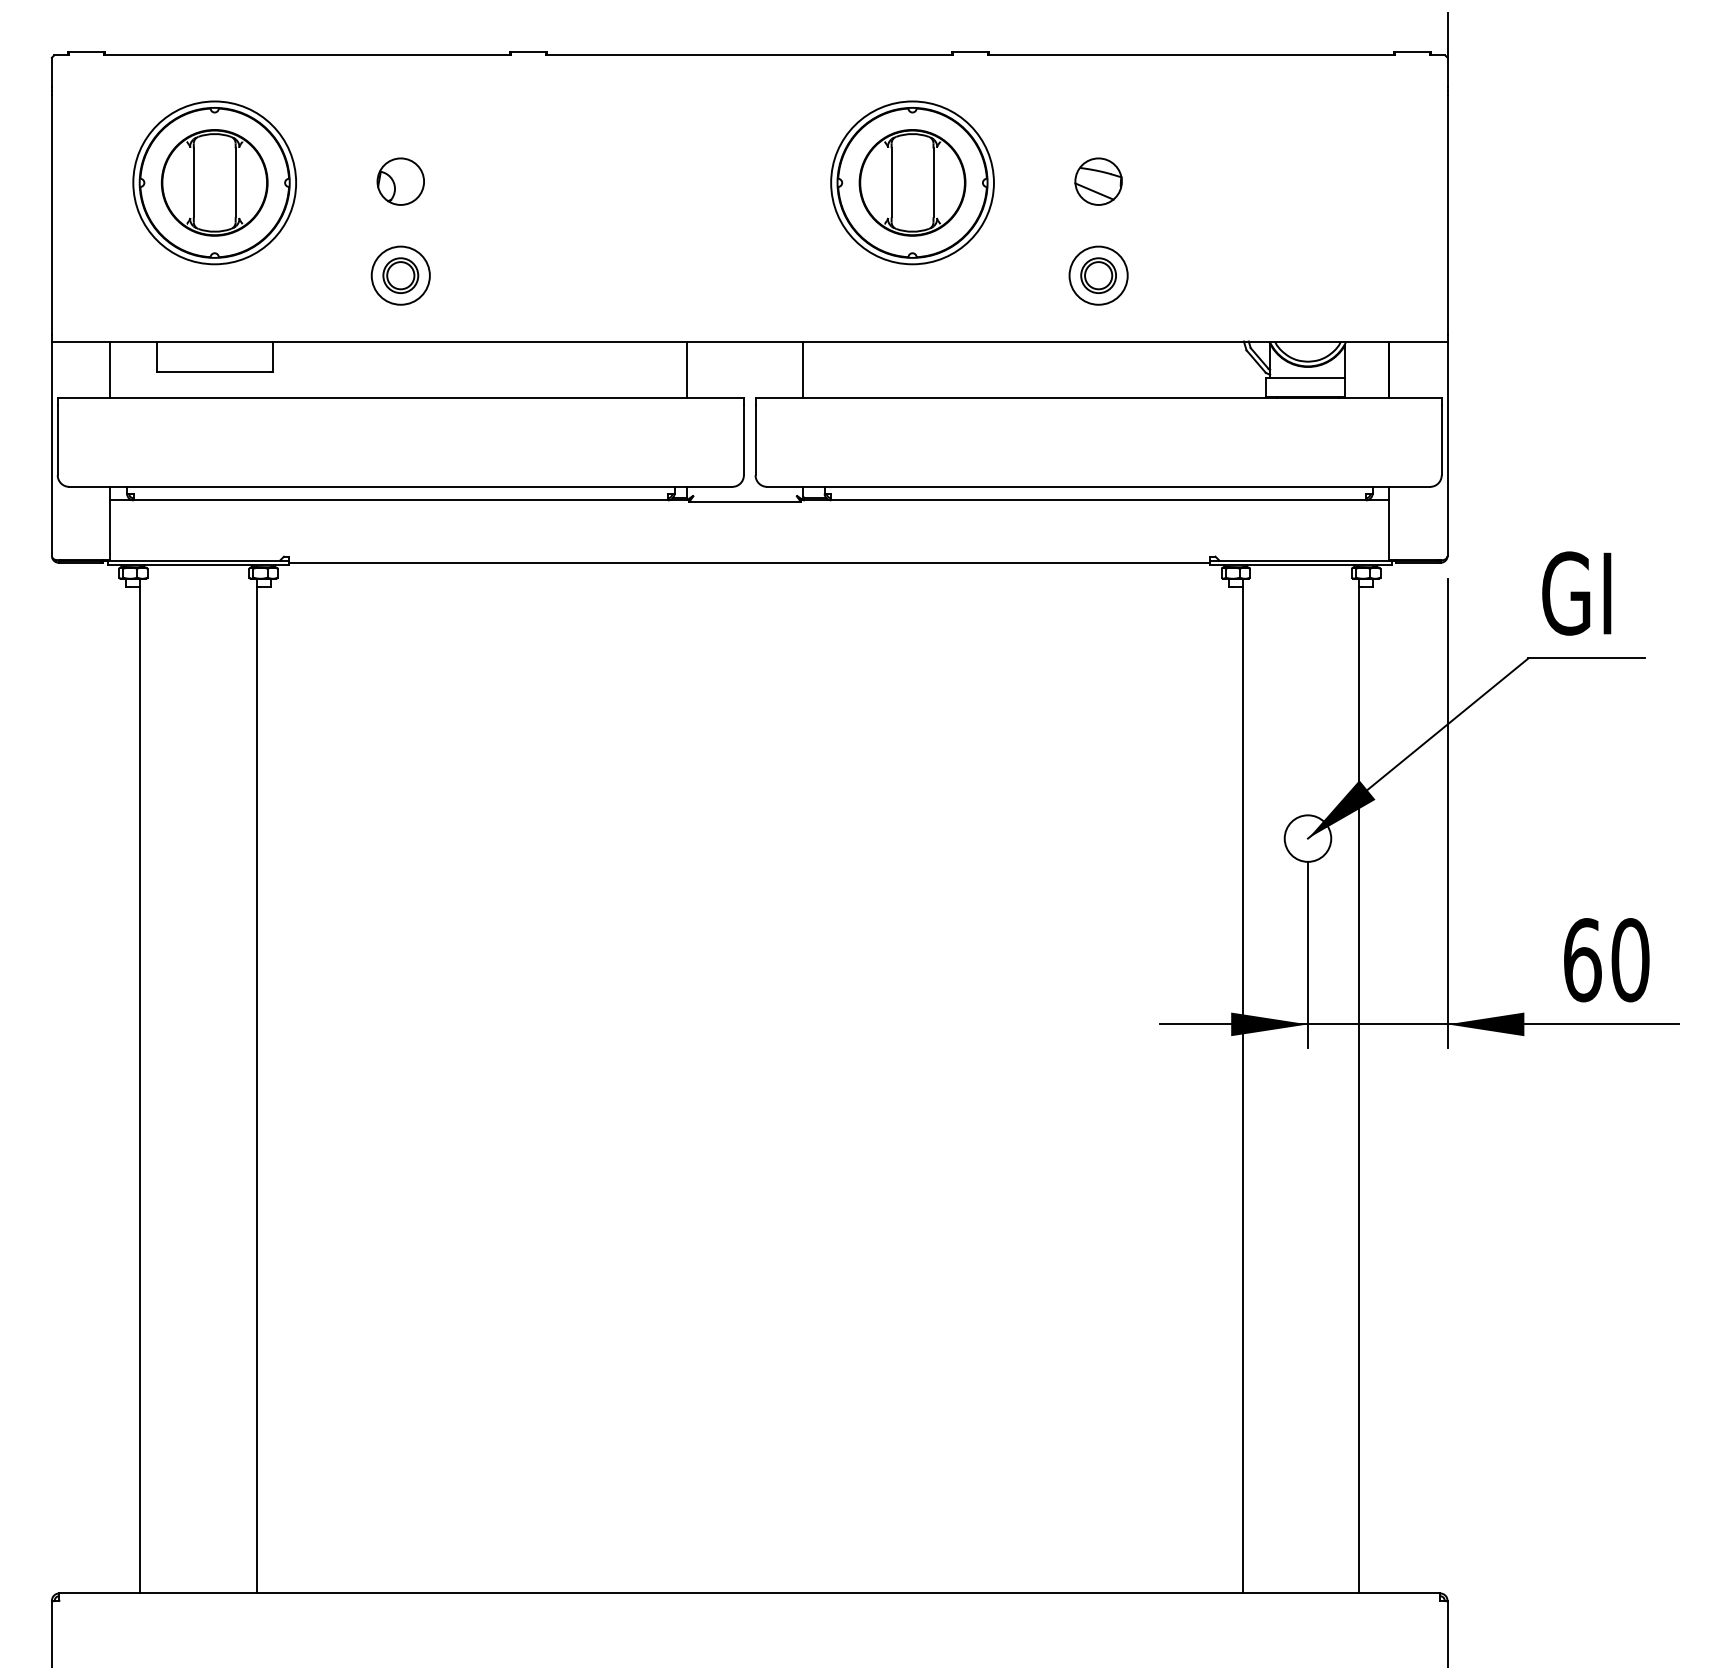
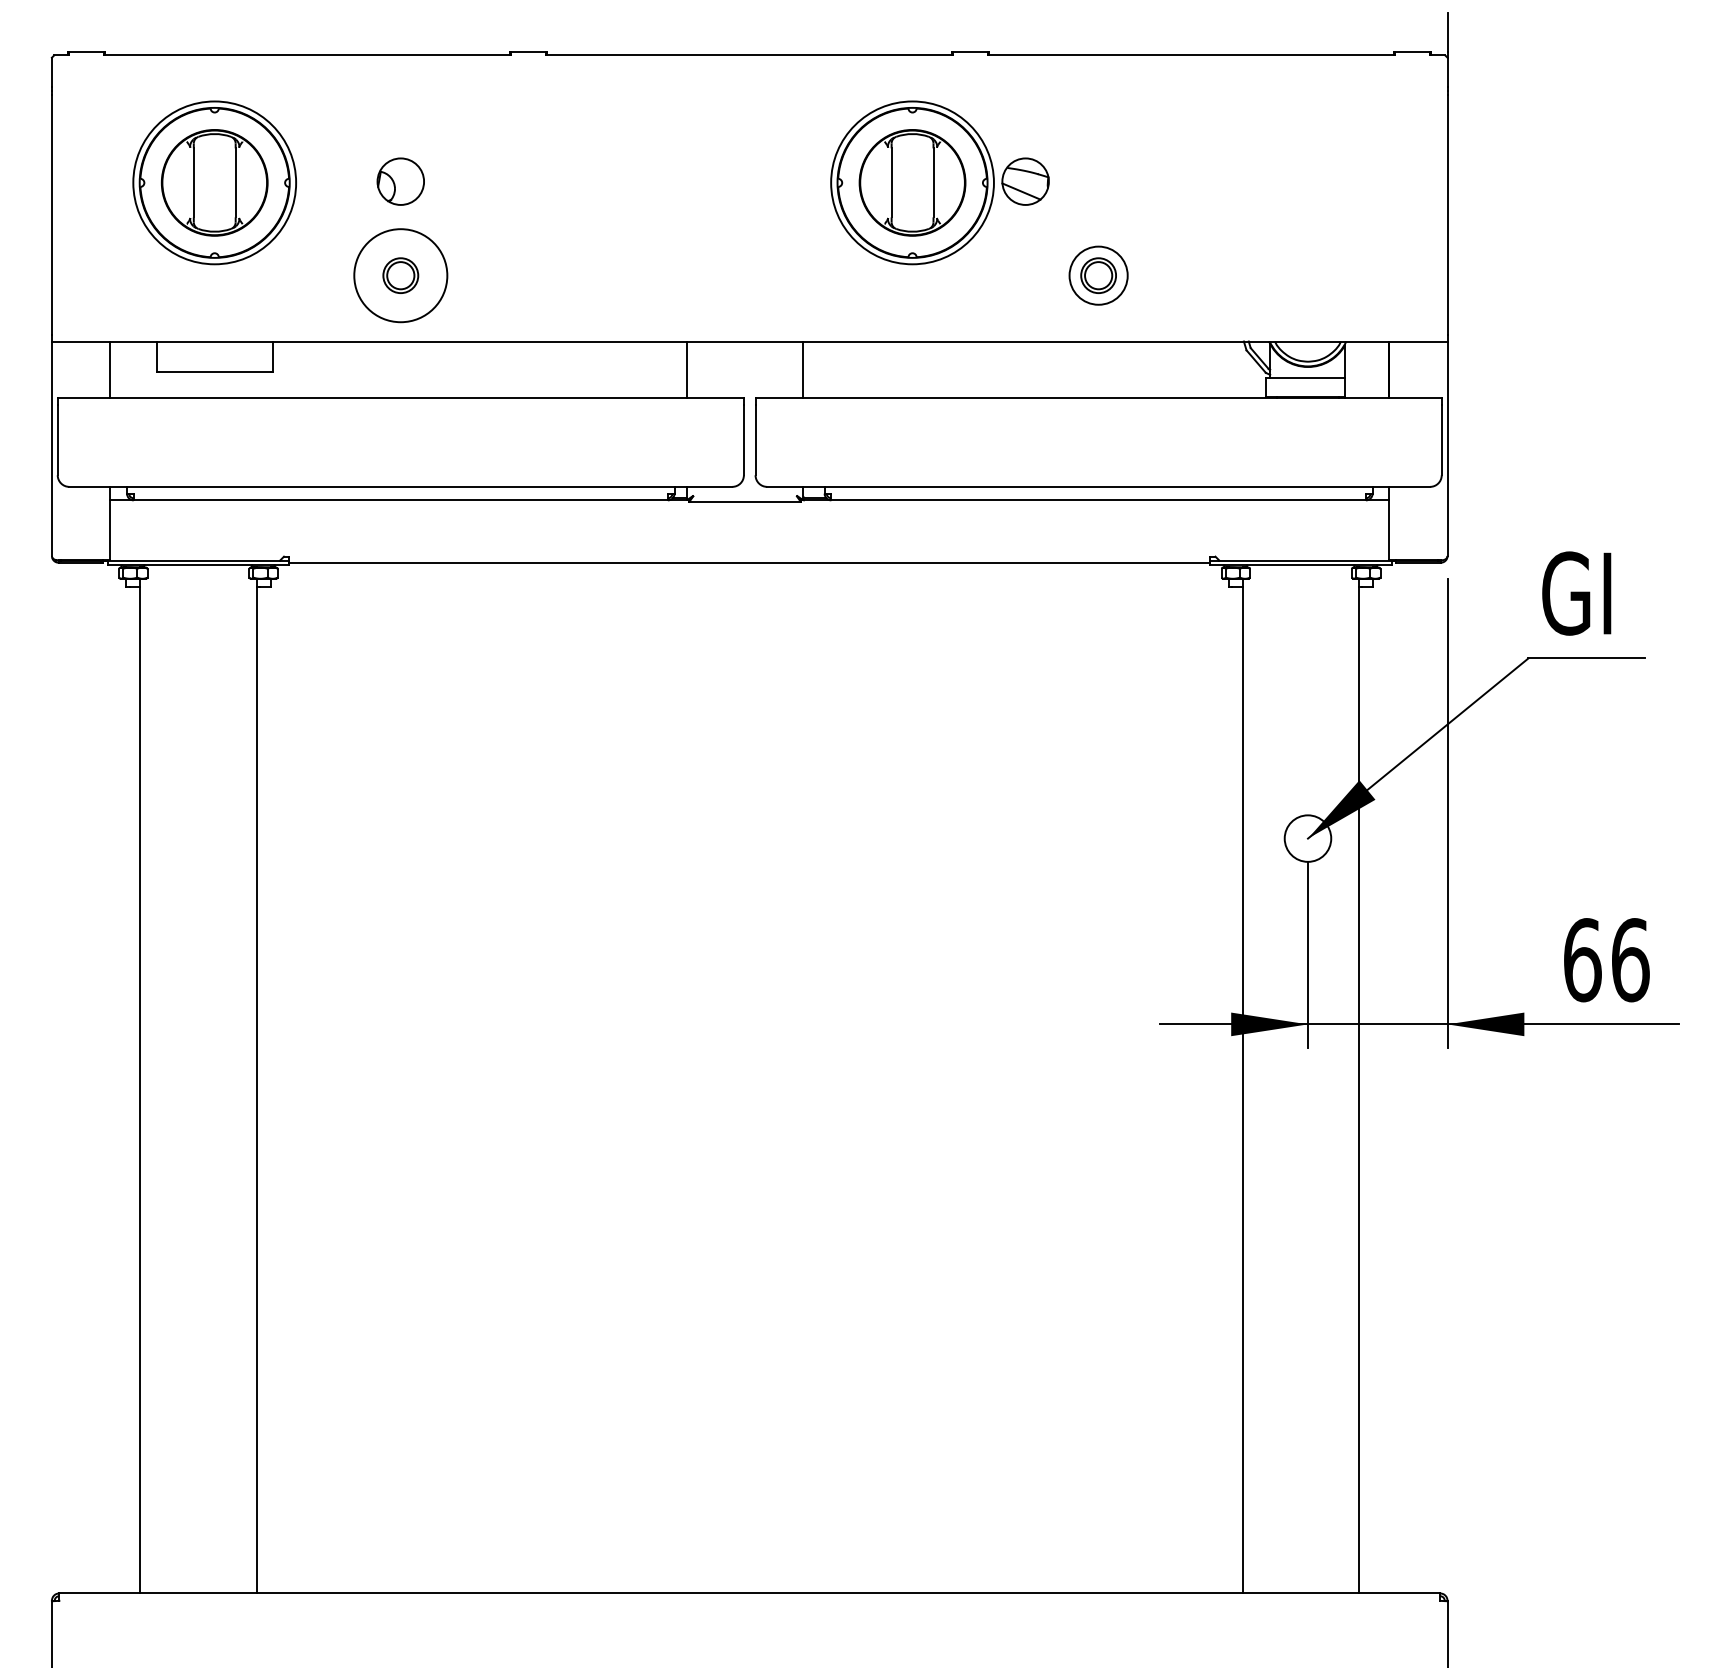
part at (1098, 181) position: (1098, 181) -> (1025, 181)
circle at (400, 275) diameter: 58 px -> 93 px
text at (1630, 960): 60 -> 66
